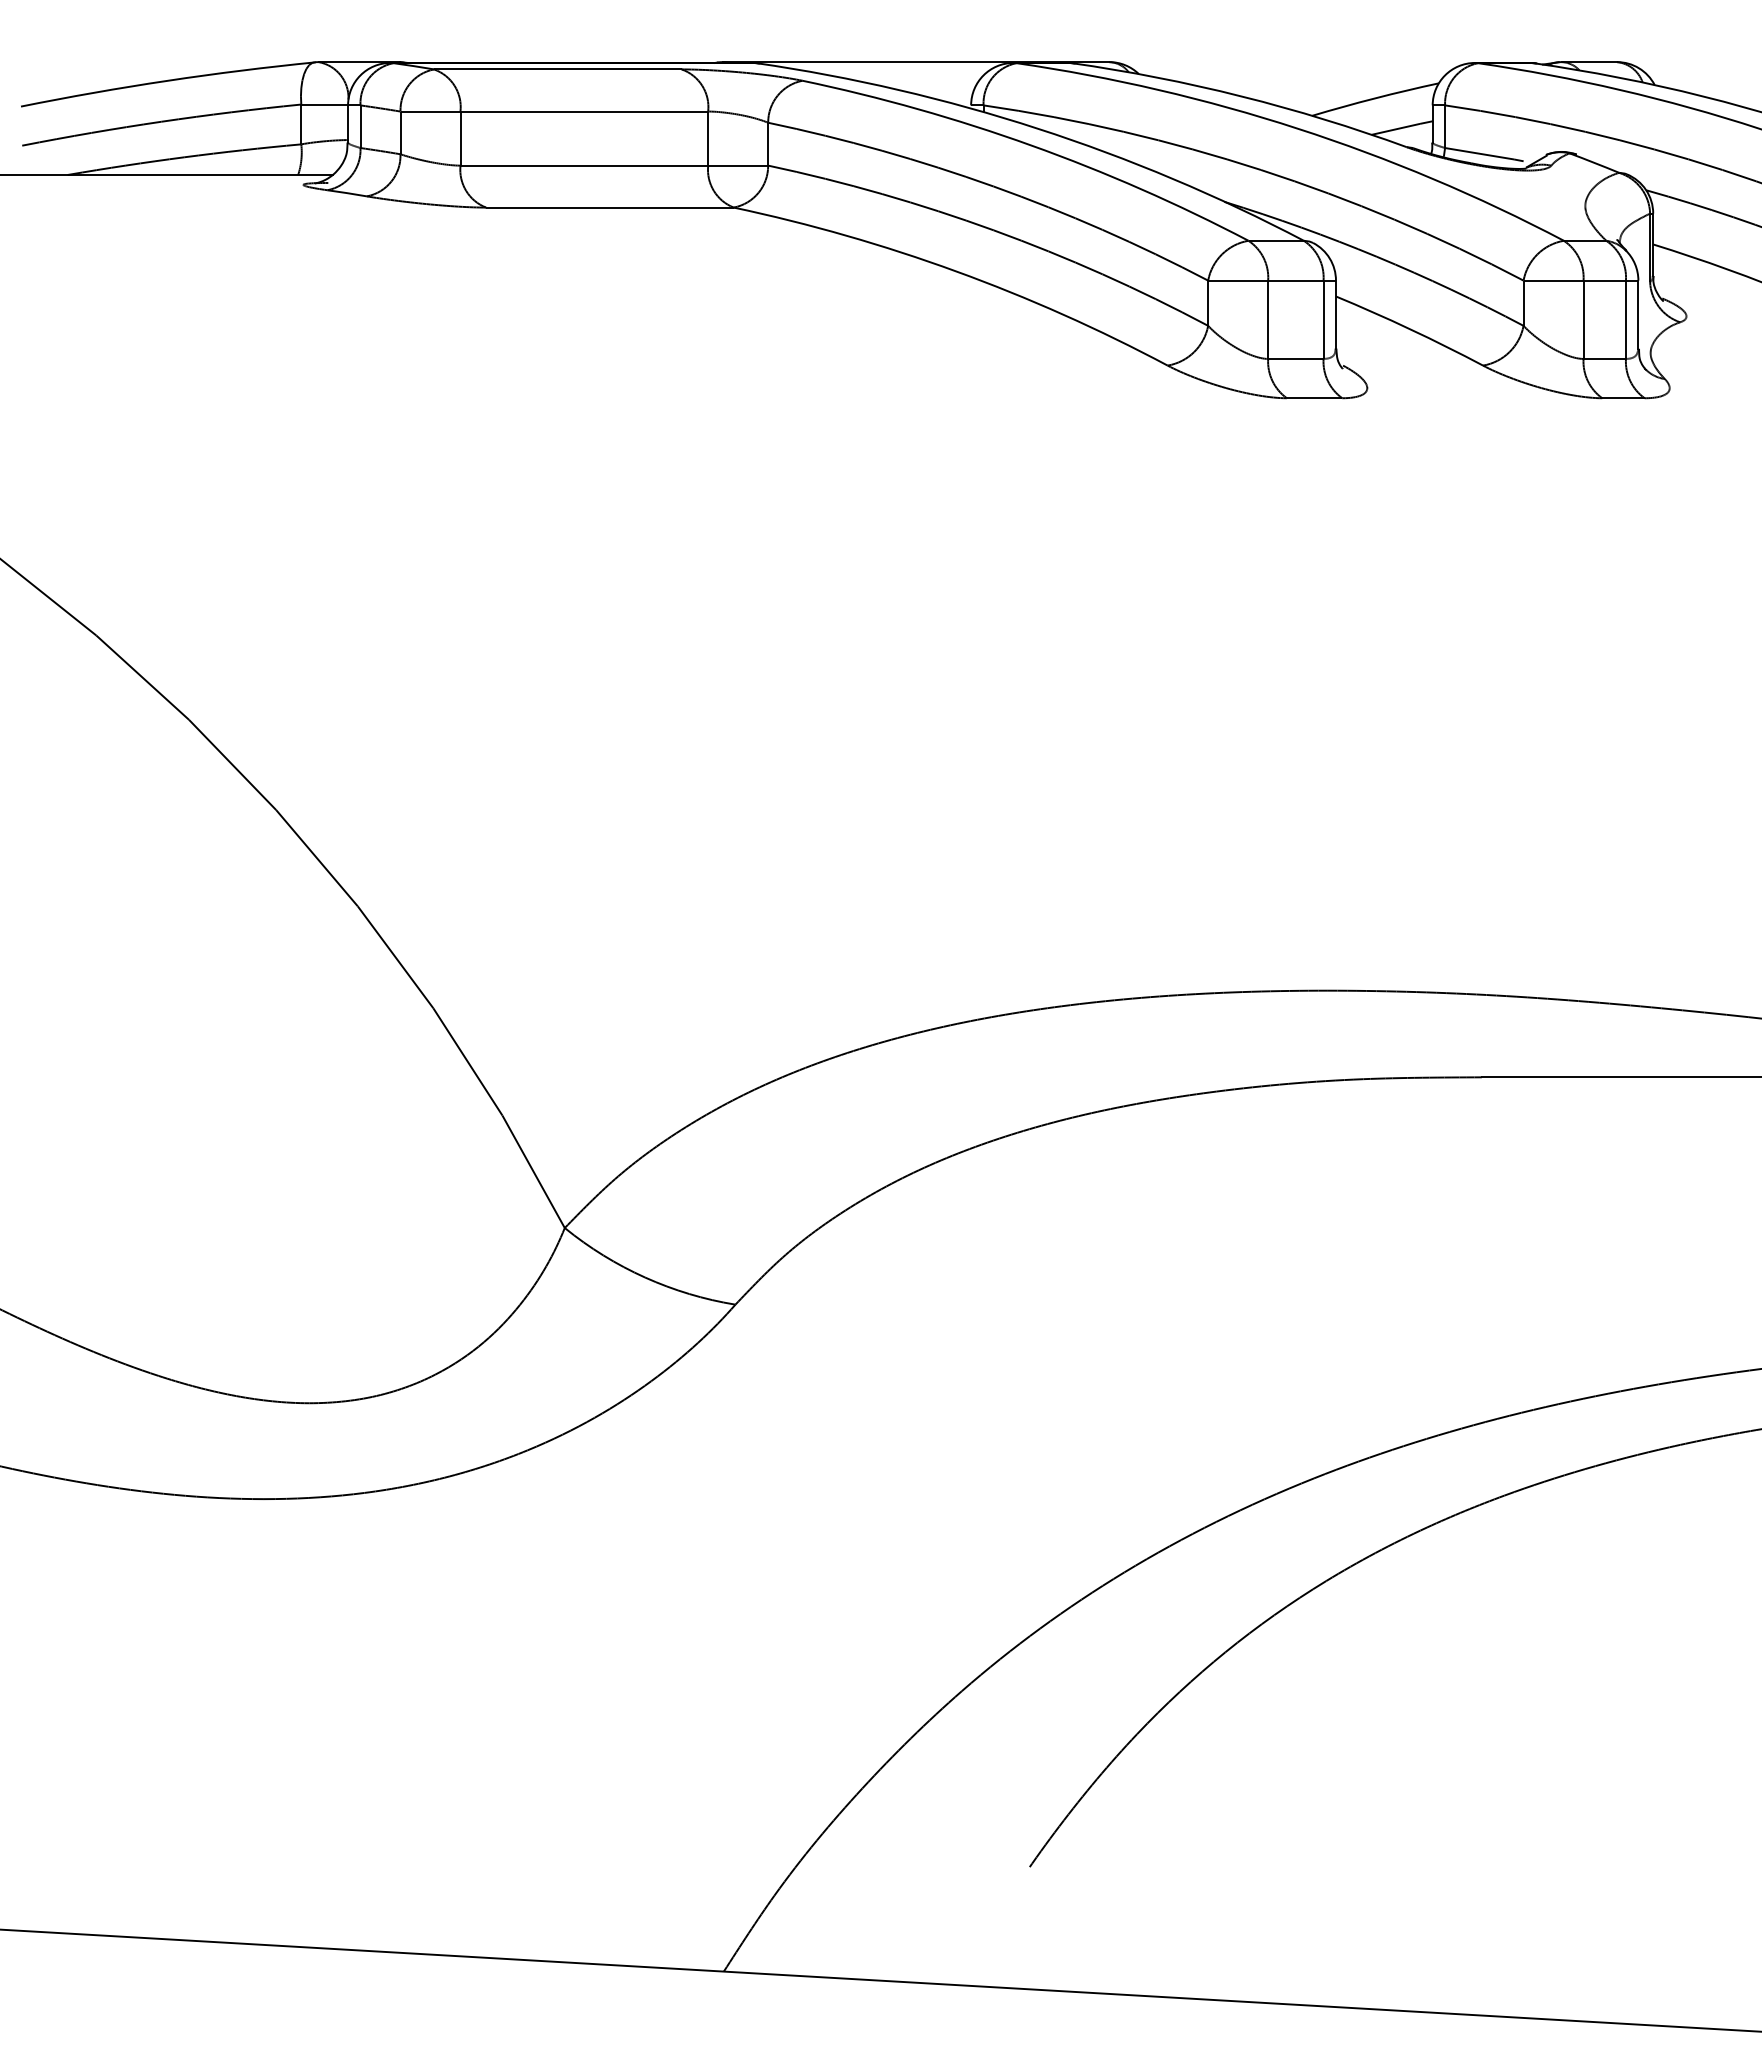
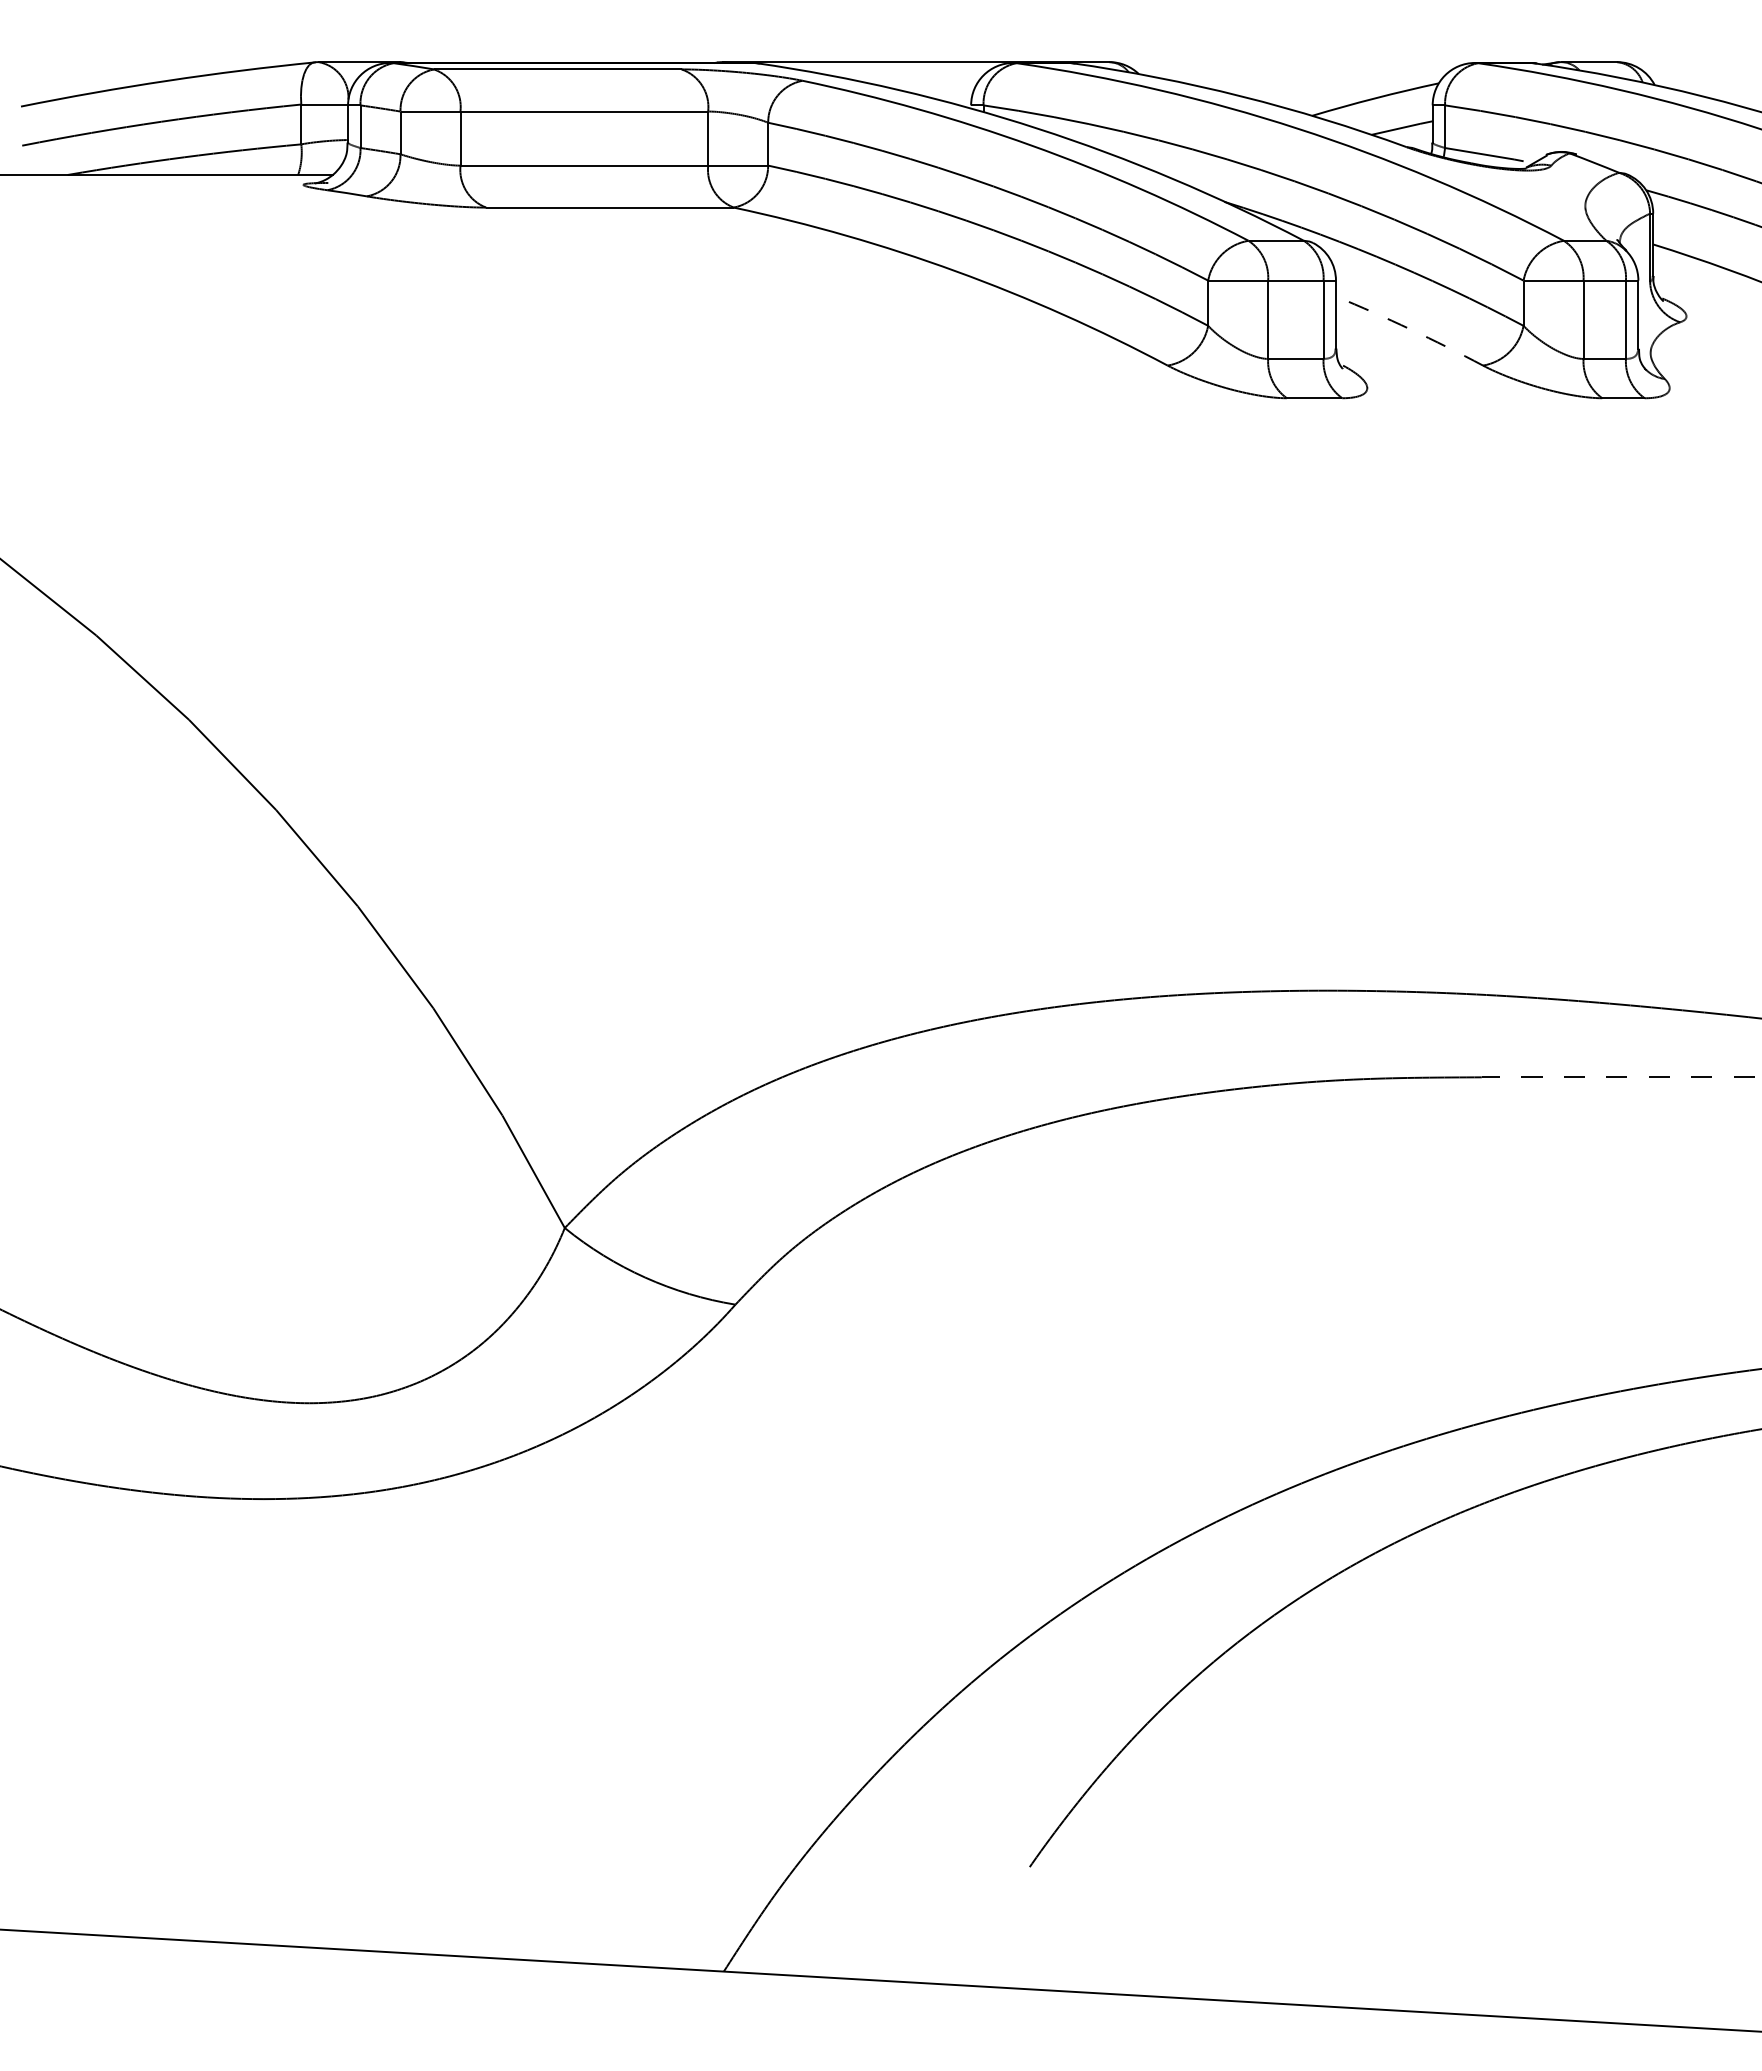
arc at (1410, 329): solid -> dashed
line at (1621, 1076): solid -> dashed
